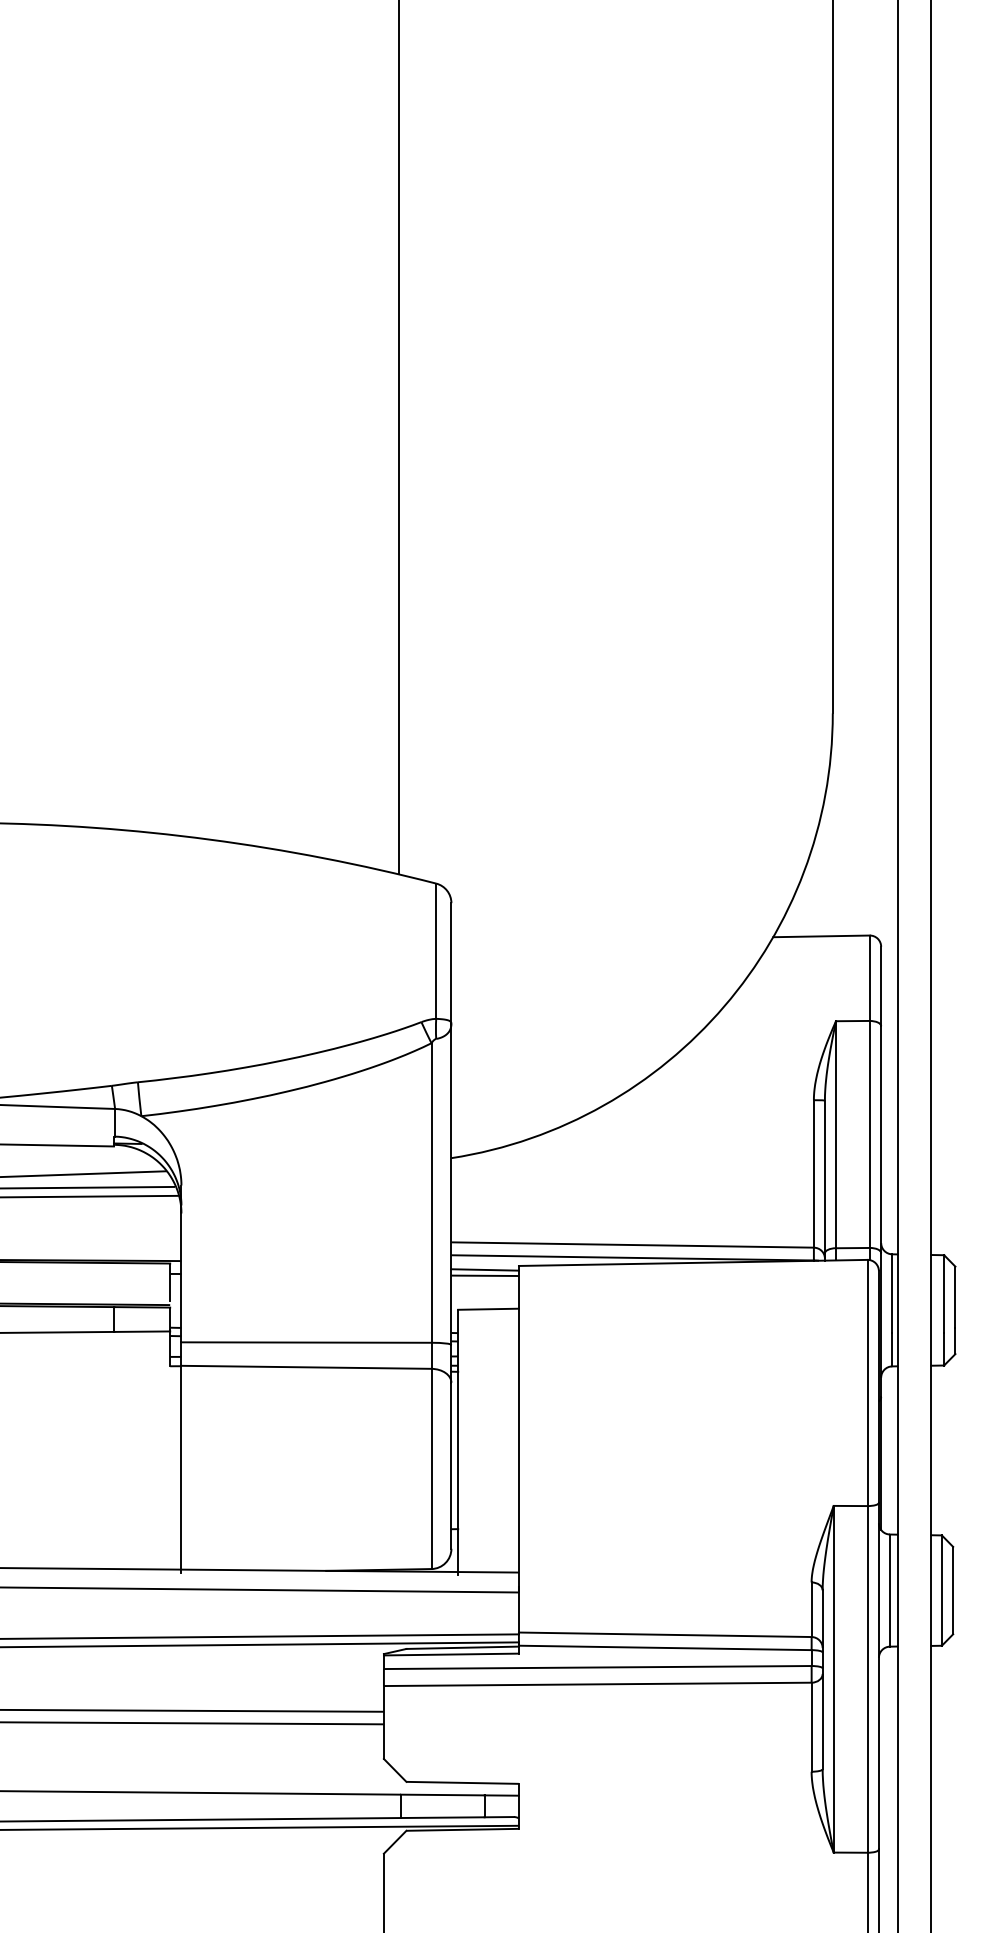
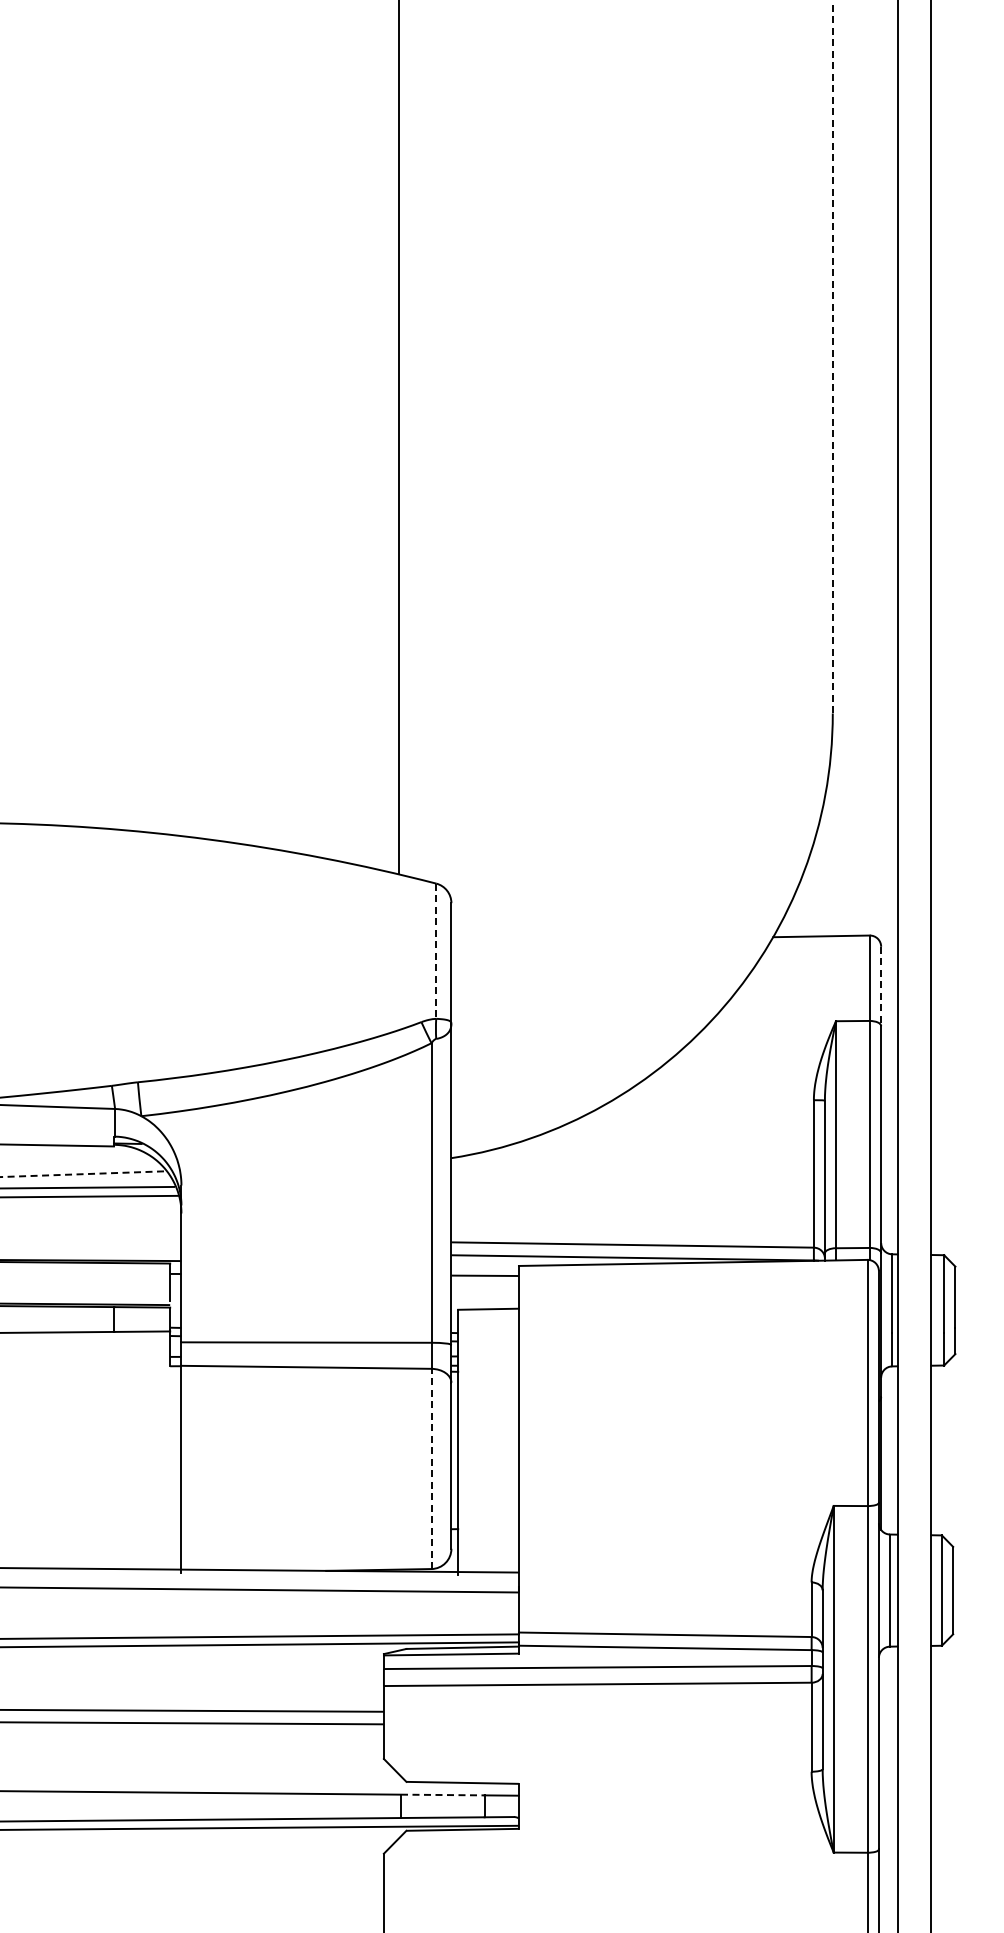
line at (832, 356): solid -> dashed
line at (436, 951): solid -> dashed
line at (881, 986): solid -> dashed
line at (83, 1174): solid -> dashed
line at (484, 1269): present -> none
line at (431, 1468): solid -> dashed
line at (442, 1795): solid -> dashed
